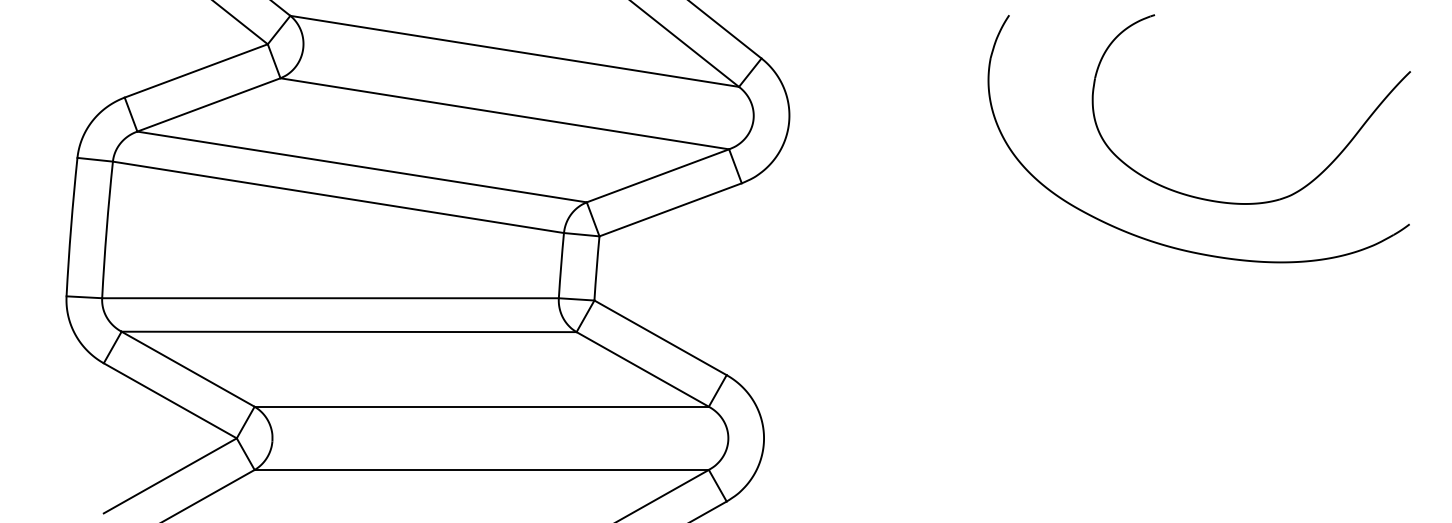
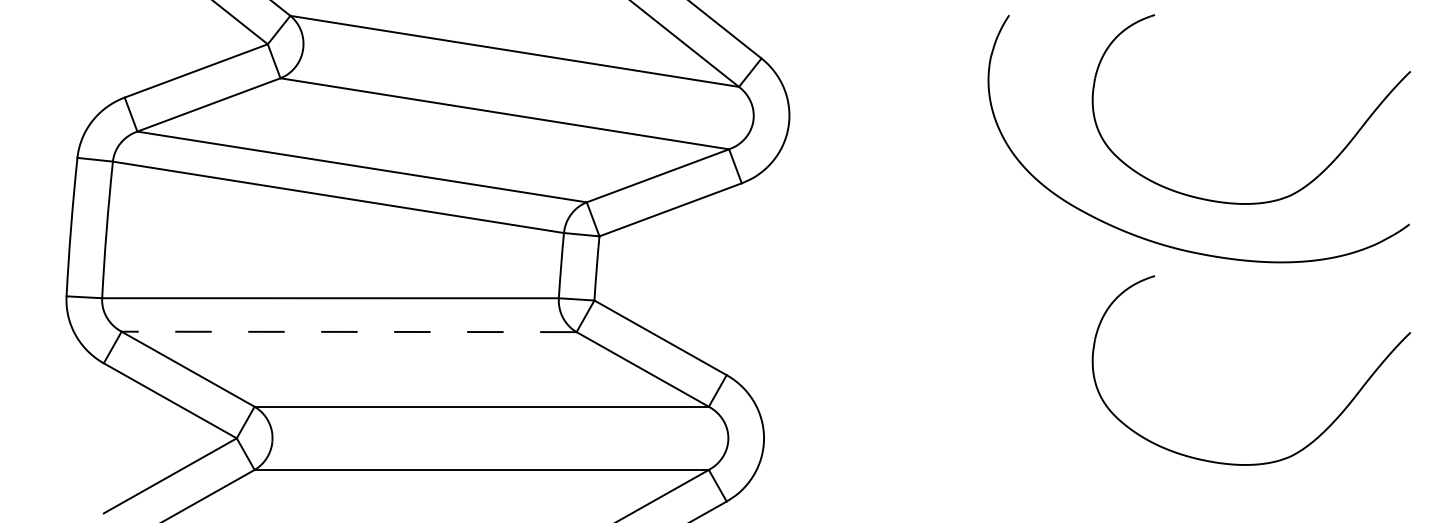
line at (348, 331): solid -> dashed
part at (1263, 462): none -> present
